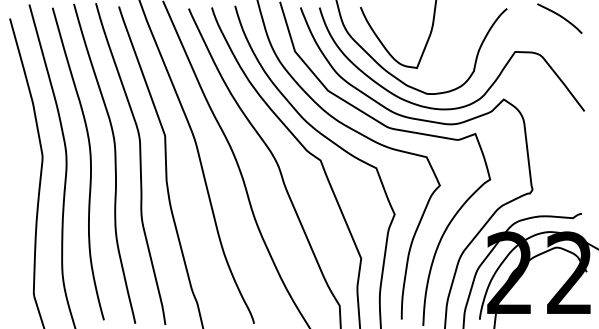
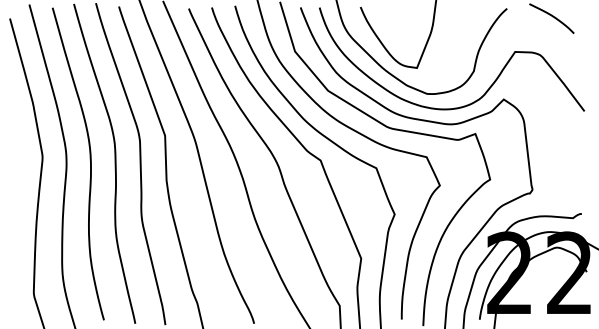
curve at (560, 17) position: (560, 17) -> (552, 17)
